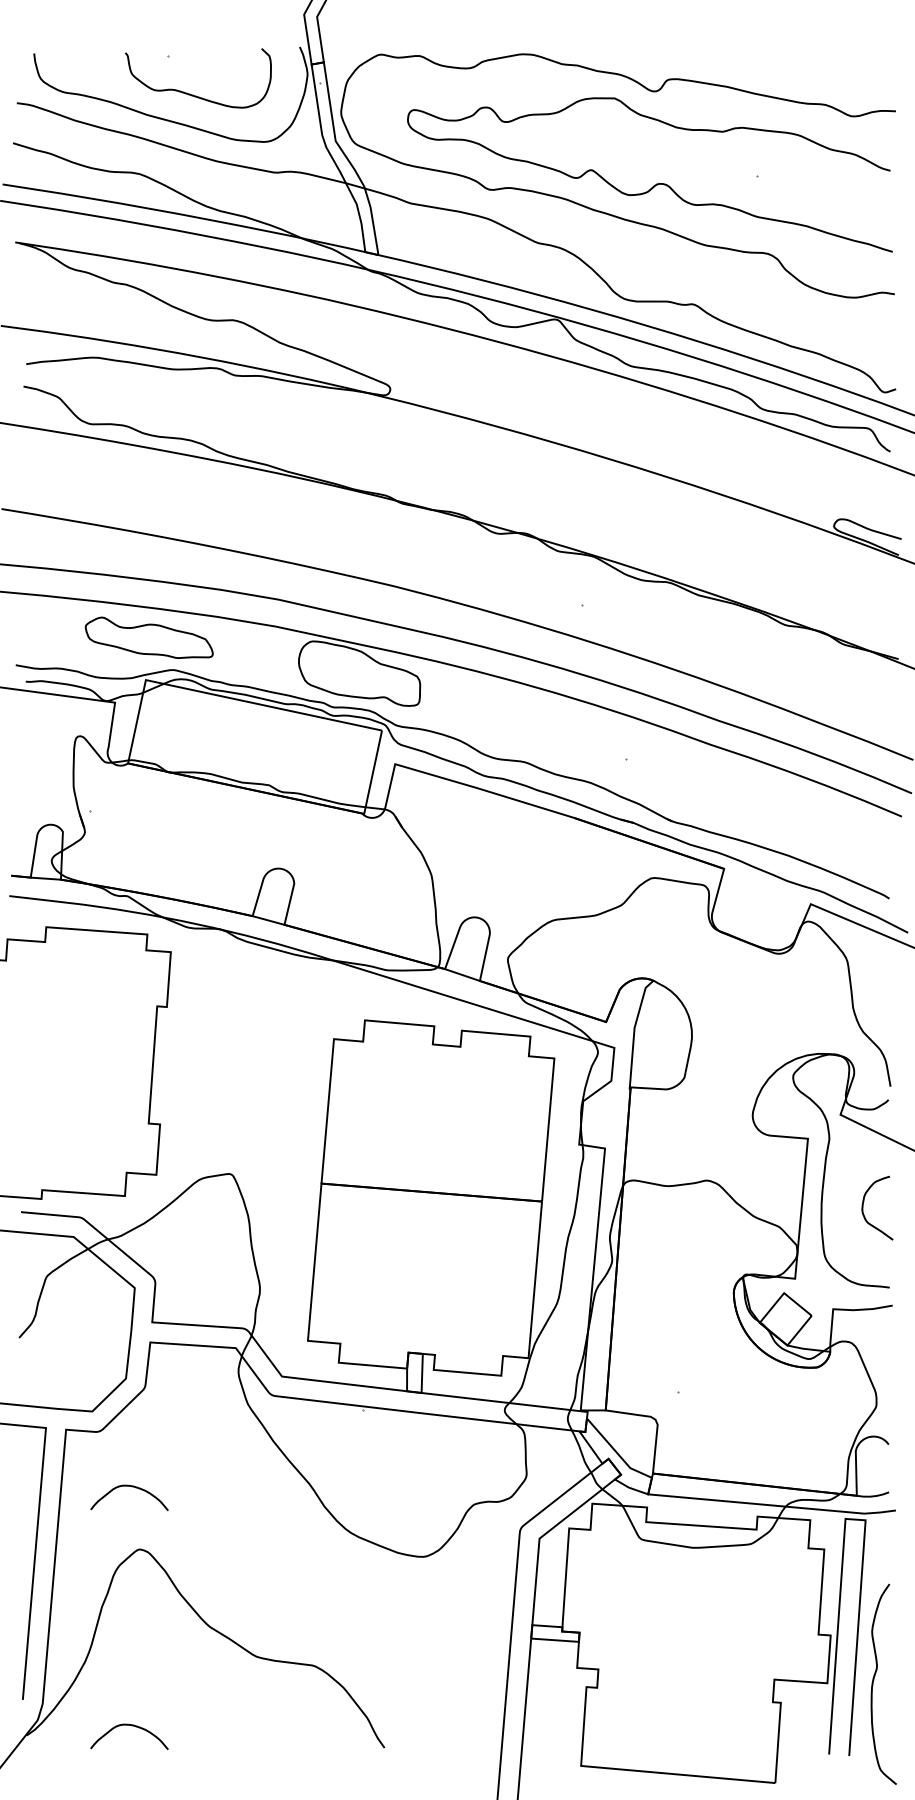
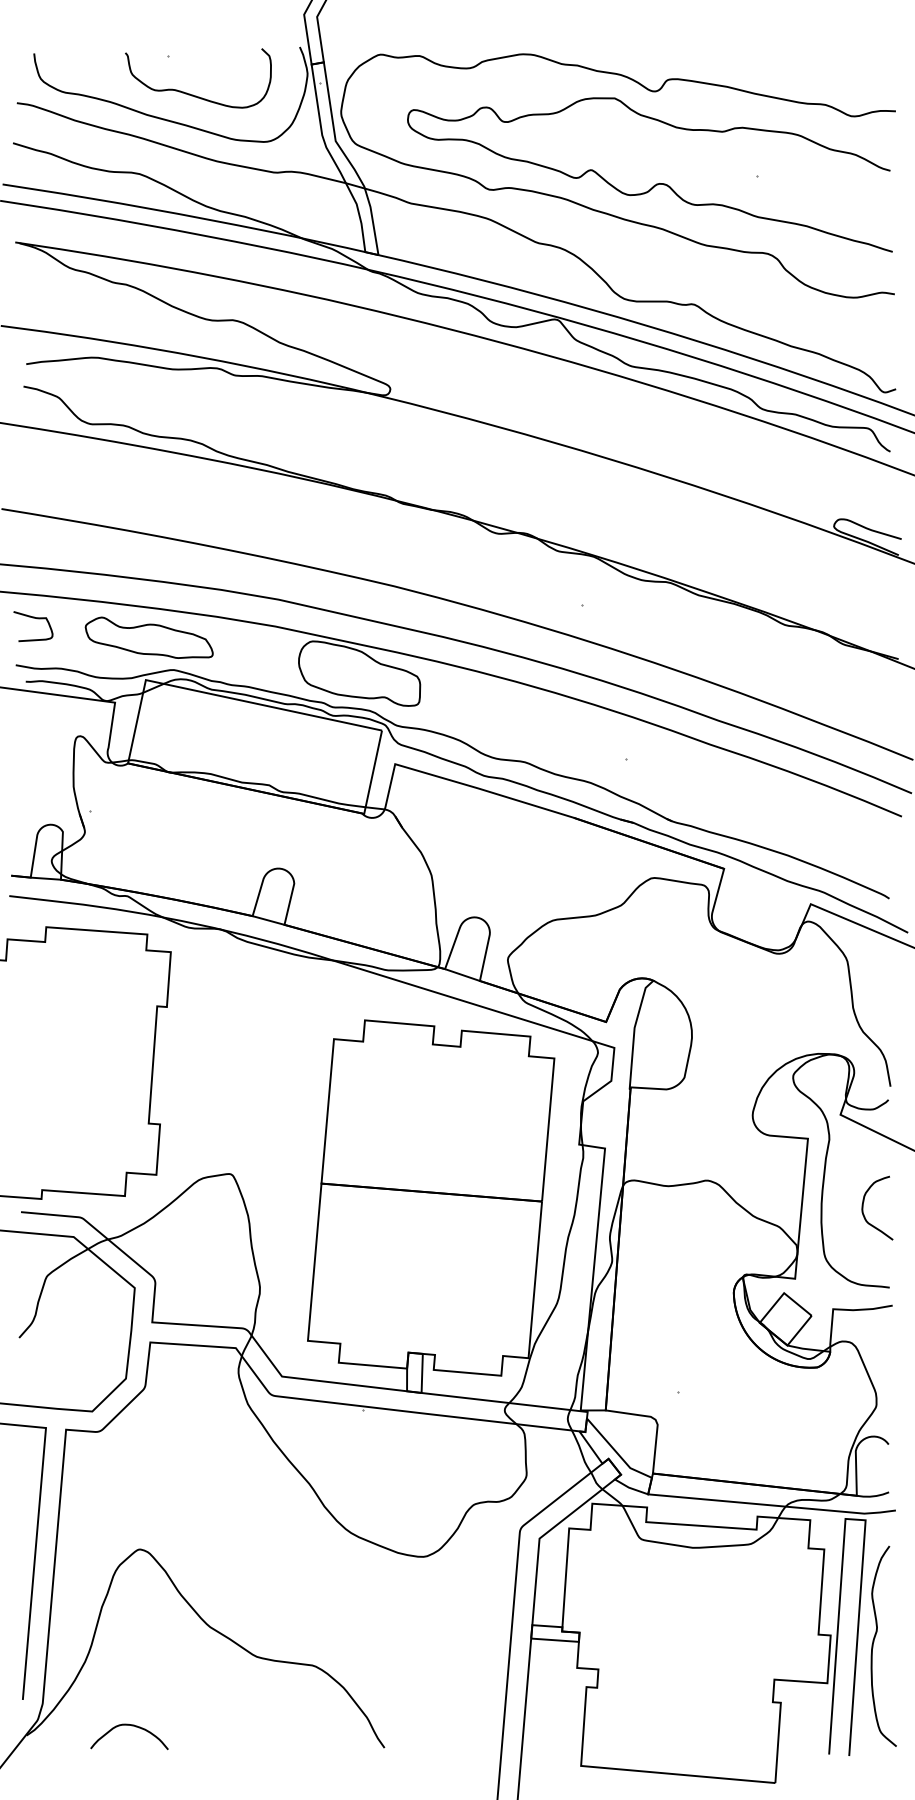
curve at (33, 618): none -> present
curve at (131, 1487): present -> none
curve at (874, 1680) position: (874, 1680) -> (874, 1642)
